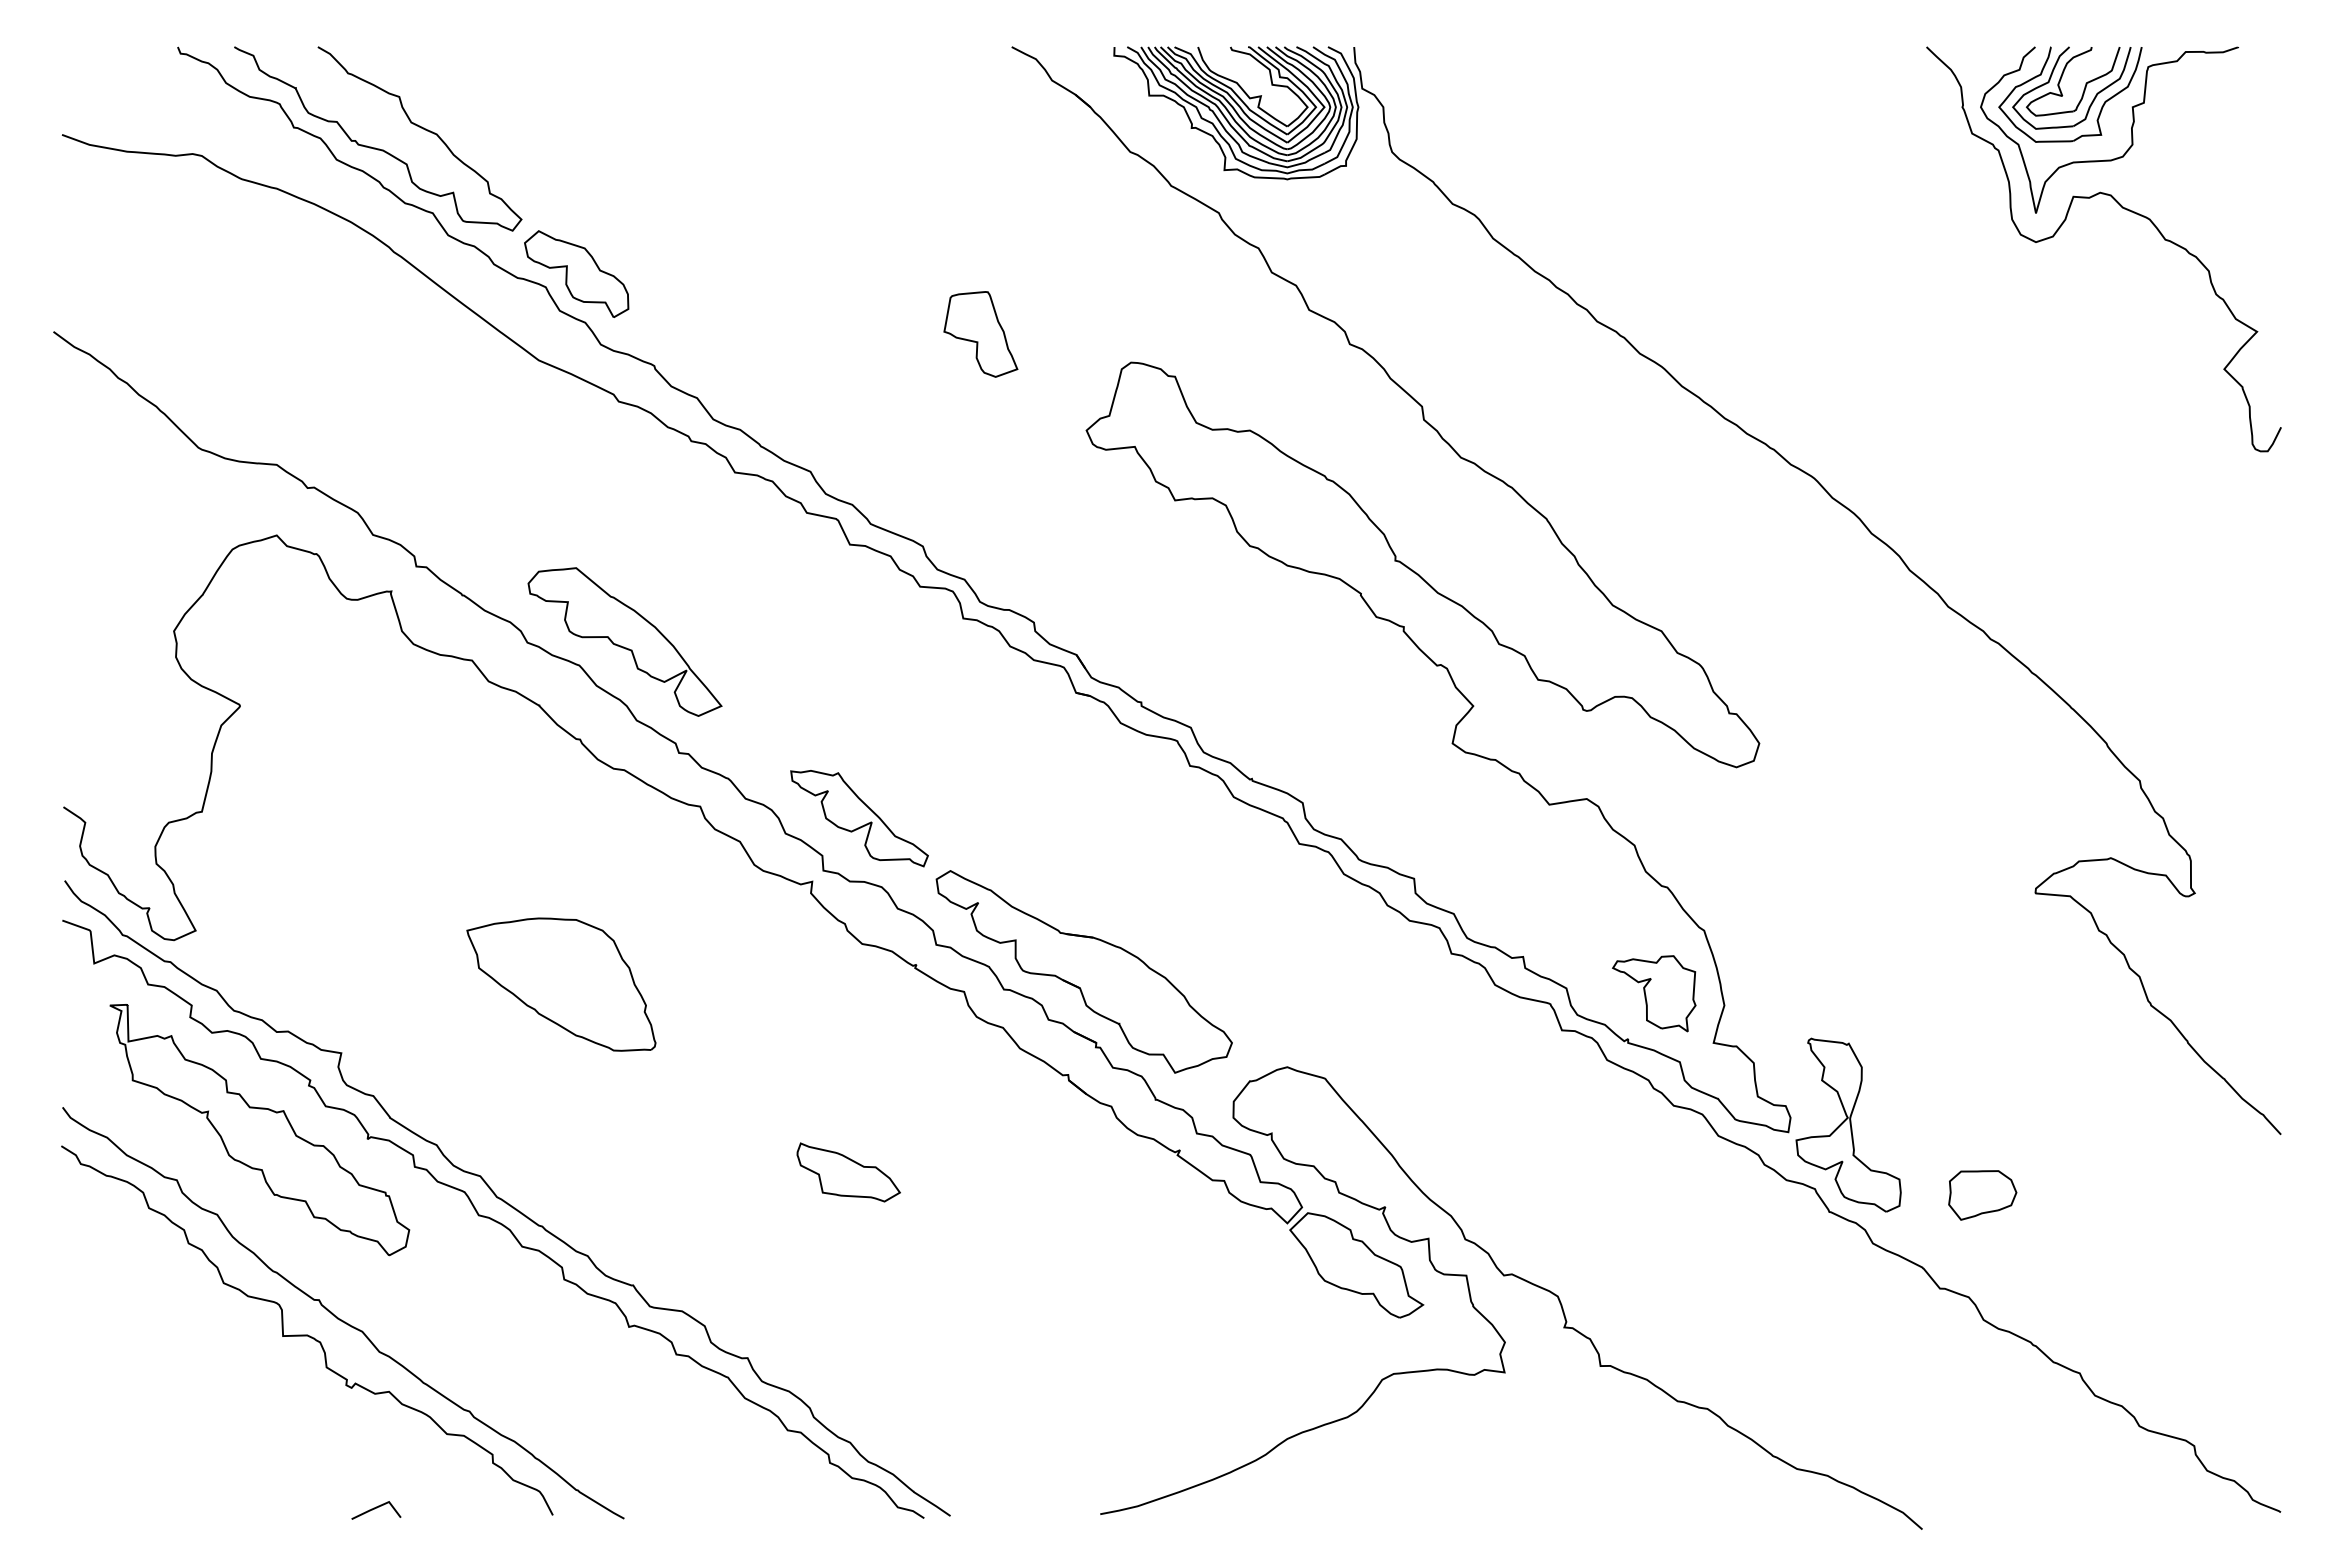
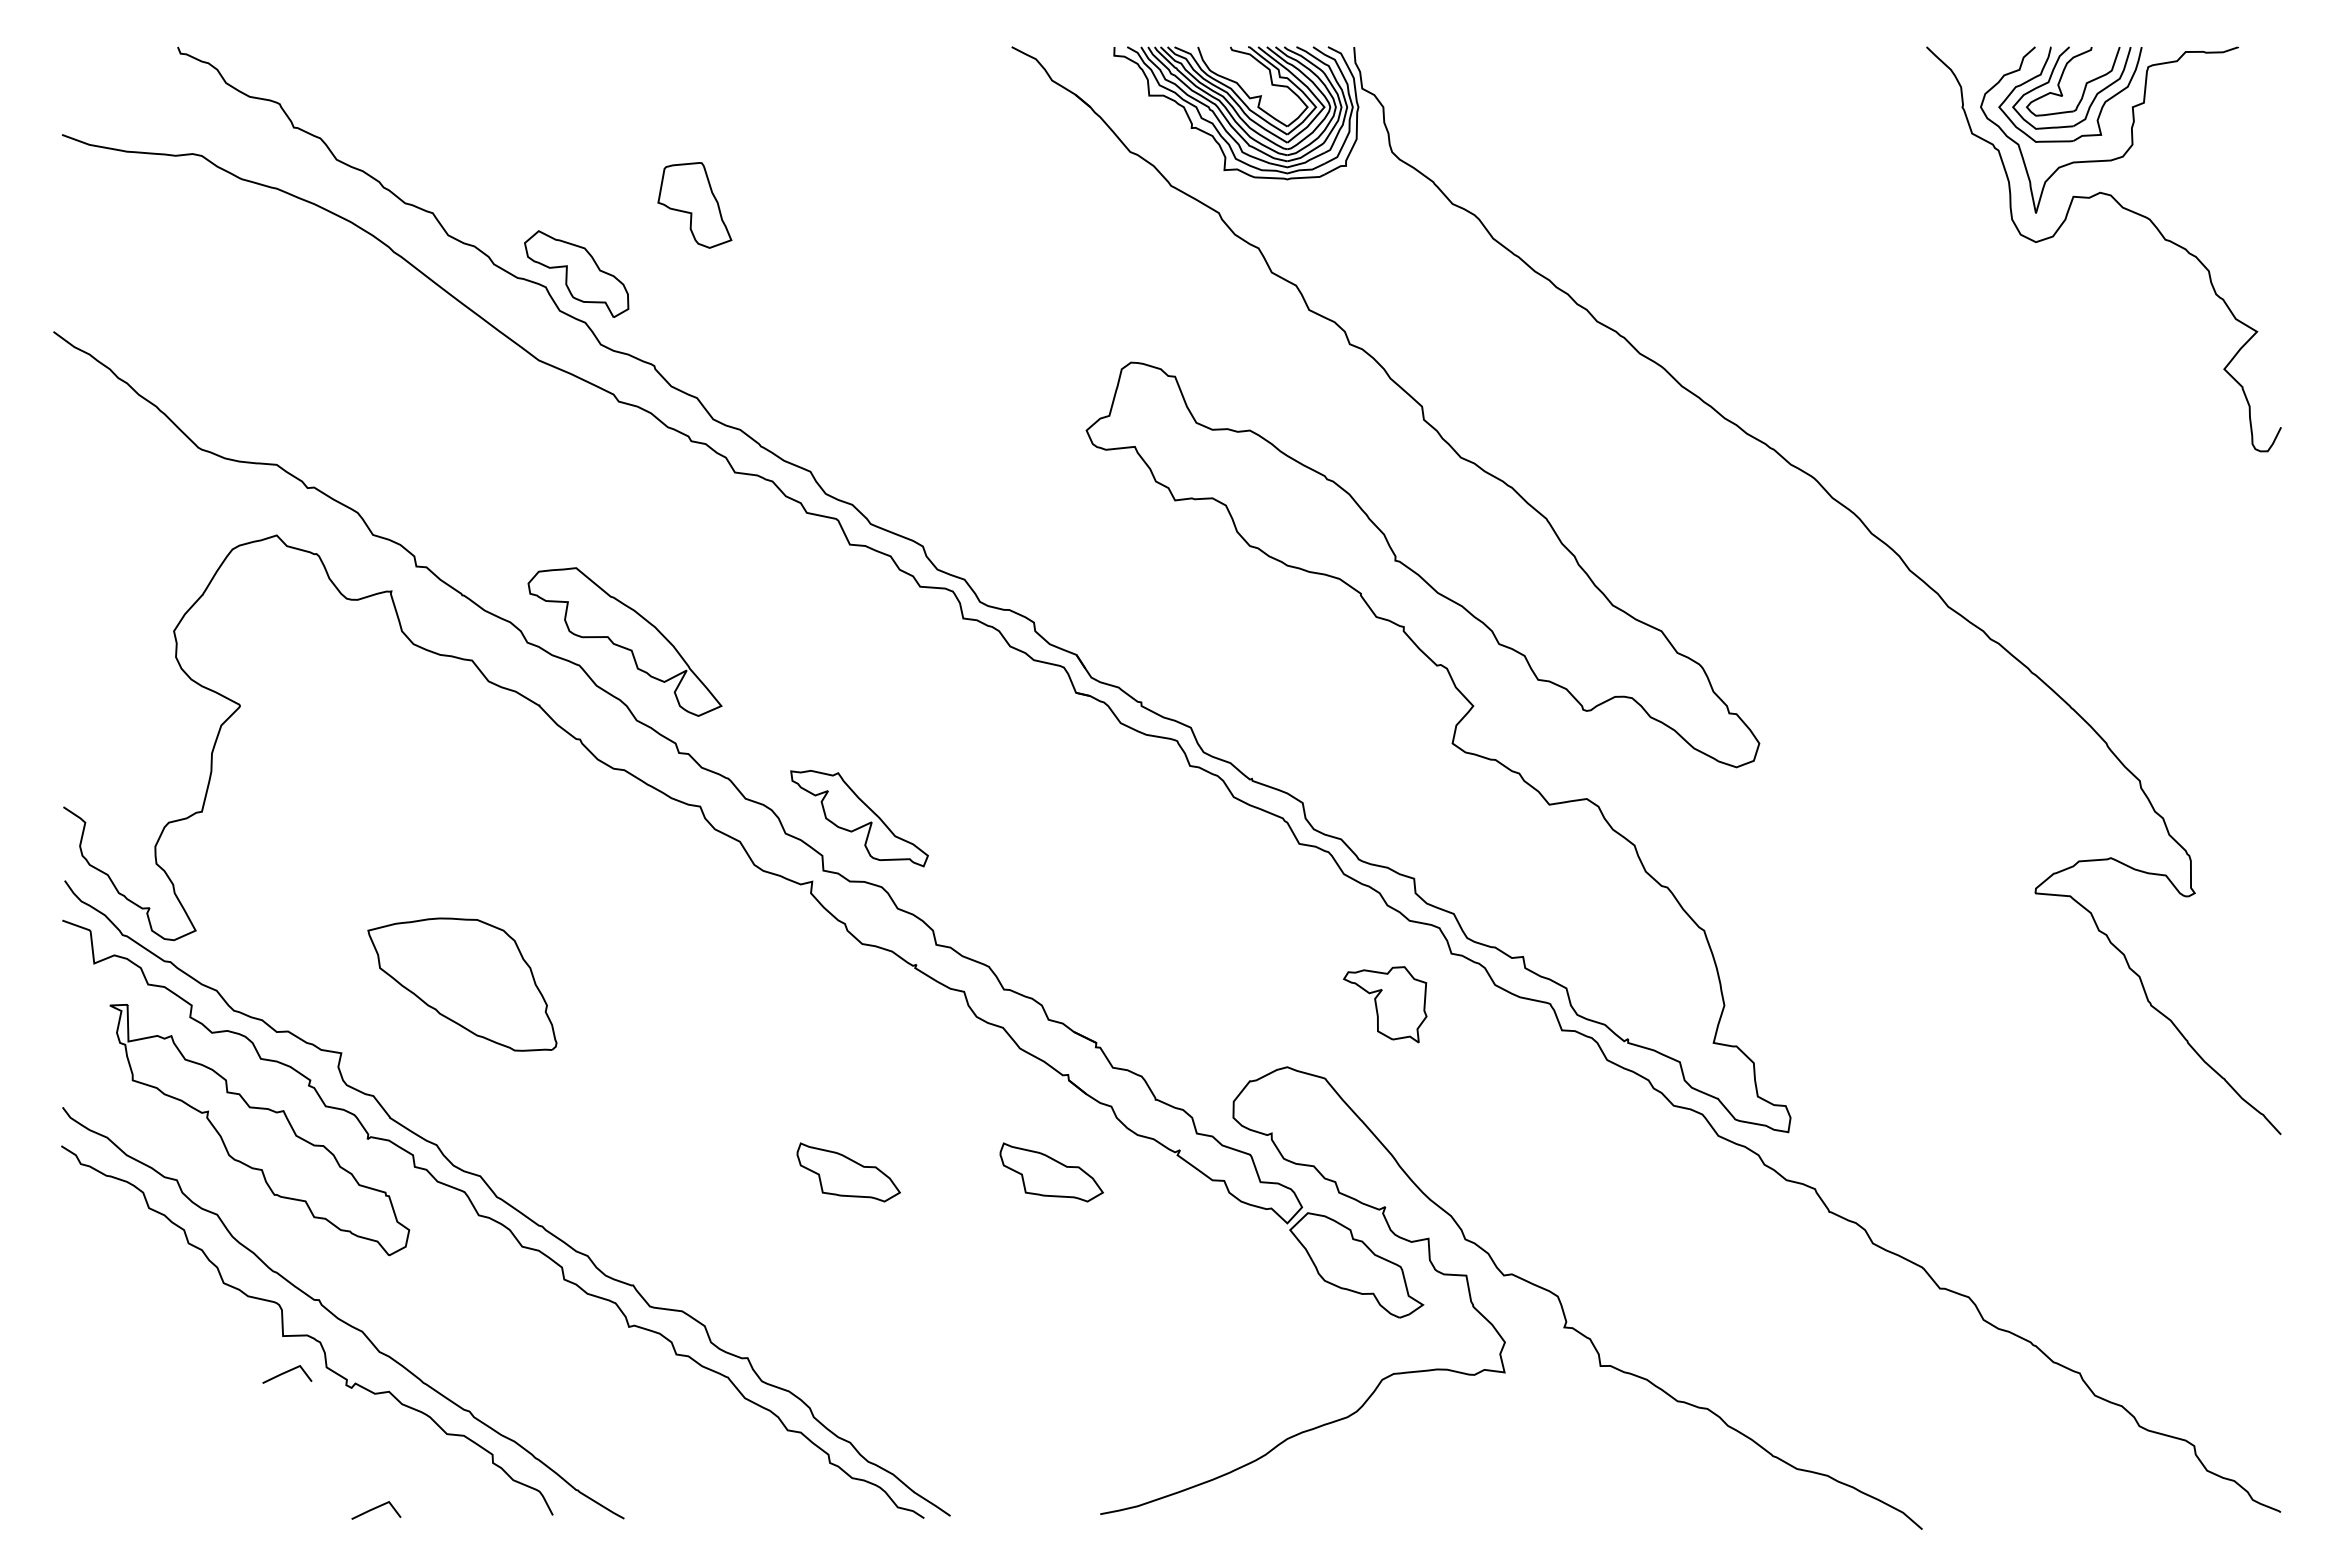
curve at (375, 147): present -> none
part at (980, 334) position: (980, 334) -> (694, 205)
part at (1083, 971): present -> none
part at (561, 984) position: (561, 984) -> (462, 984)
part at (1654, 993) position: (1654, 993) -> (1385, 1004)
part at (1848, 1124): present -> none
part at (1051, 1172): none -> present
part at (1982, 1195): present -> none
line at (287, 1372): none -> present
